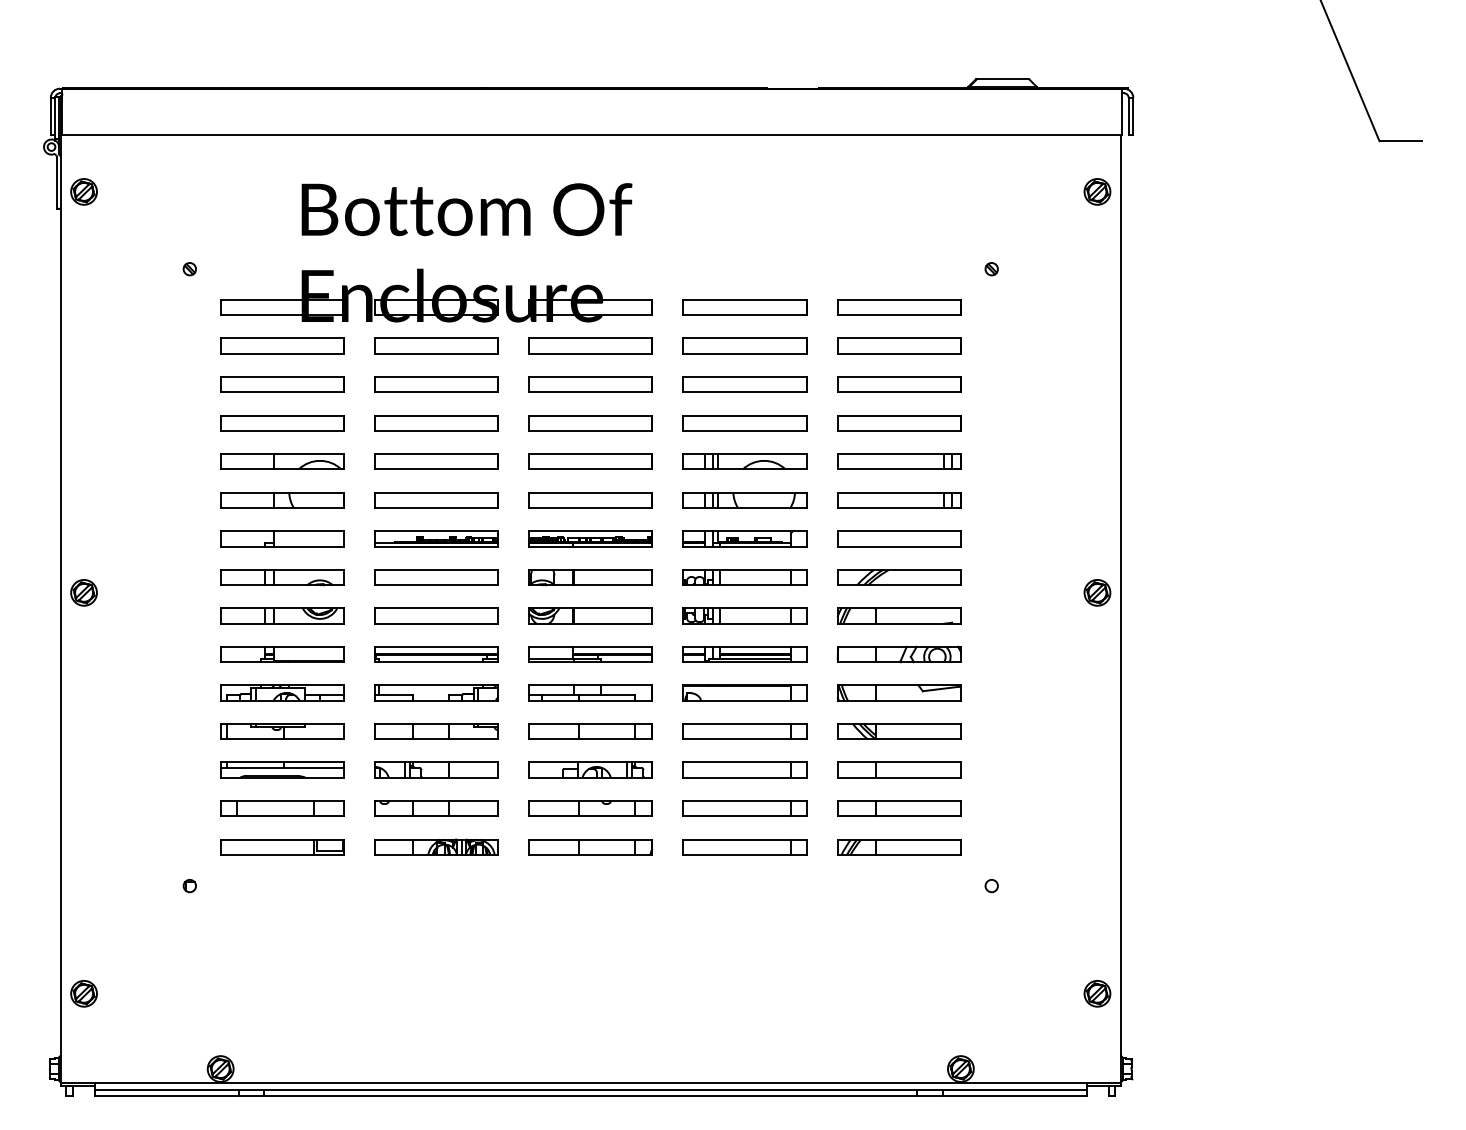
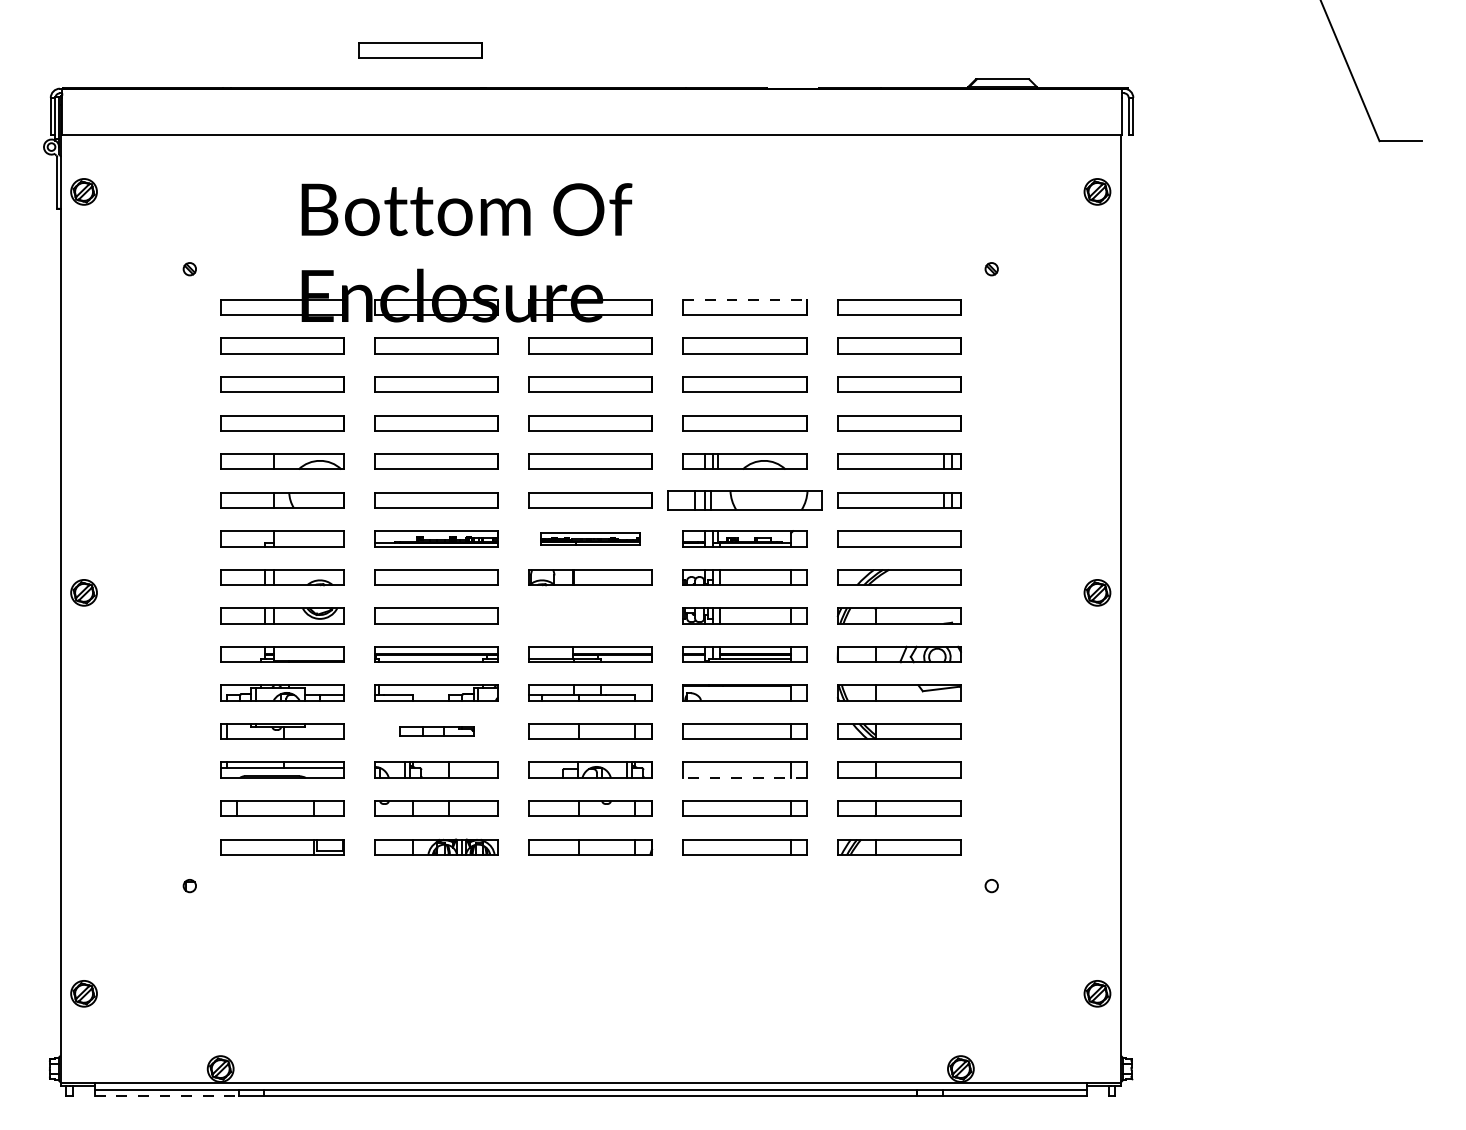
part at (420, 50): none -> present
line at (745, 299): solid -> dashed
part at (744, 500) size: 126x17 px -> 156x21 px
part at (590, 538) size: 125x18 px -> 101x14 px
part at (590, 615): present -> none
part at (436, 731) size: 125x17 px -> 76x11 px
line at (745, 777): solid -> dashed
line at (167, 1096): solid -> dashed
